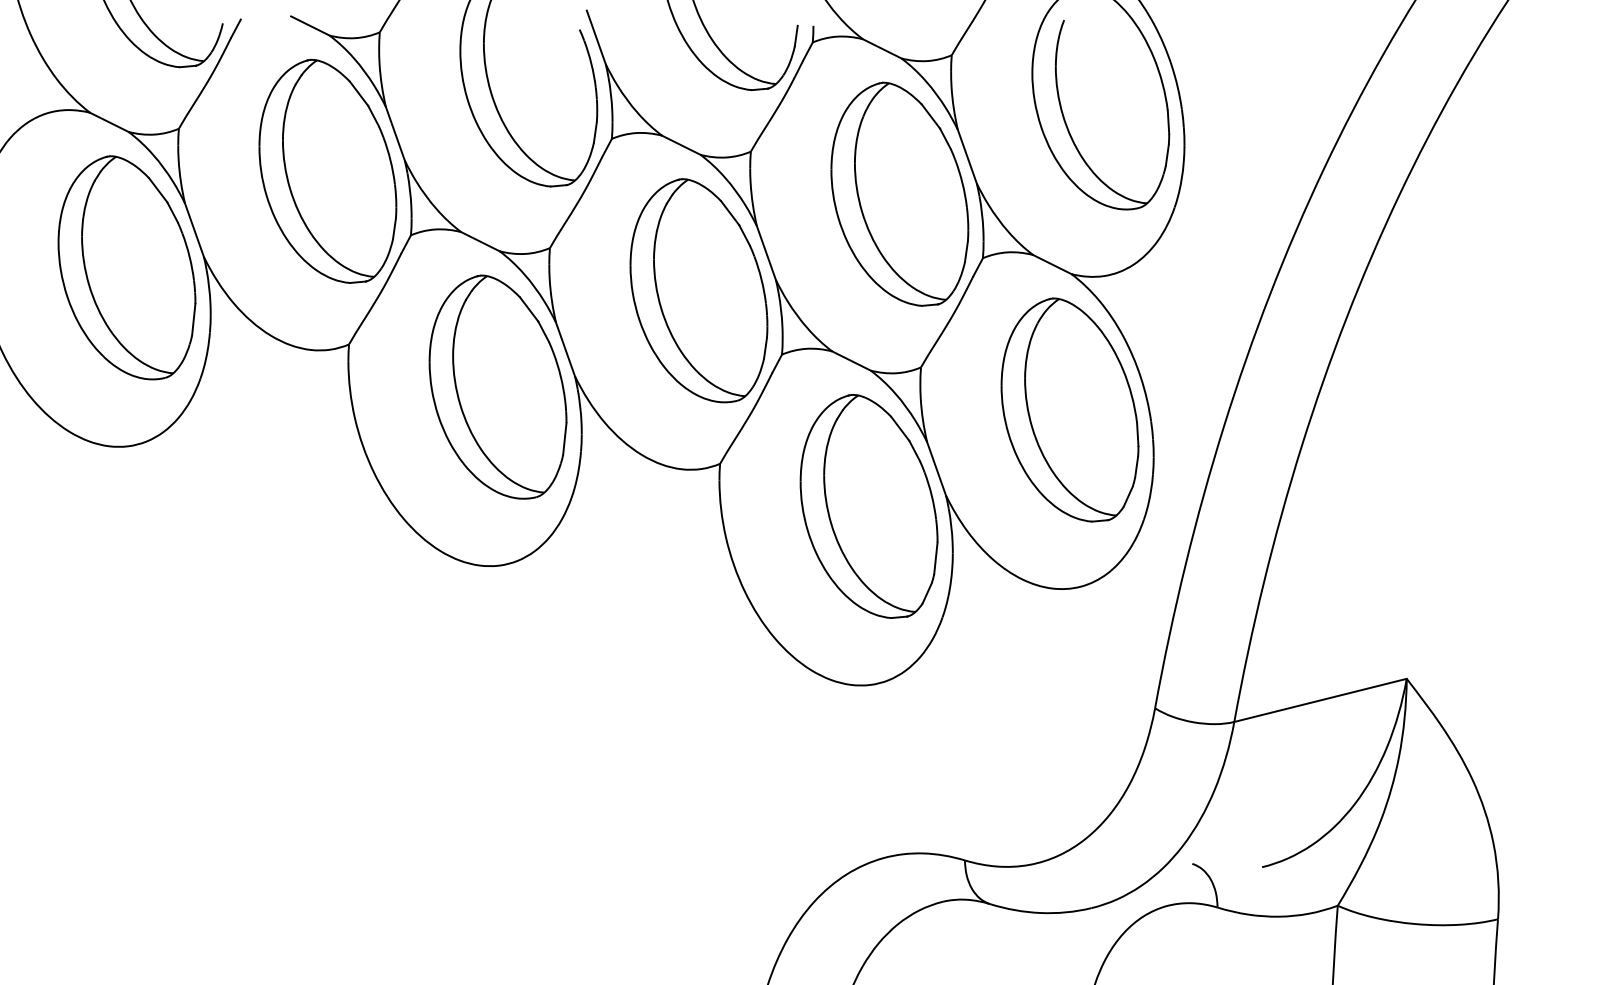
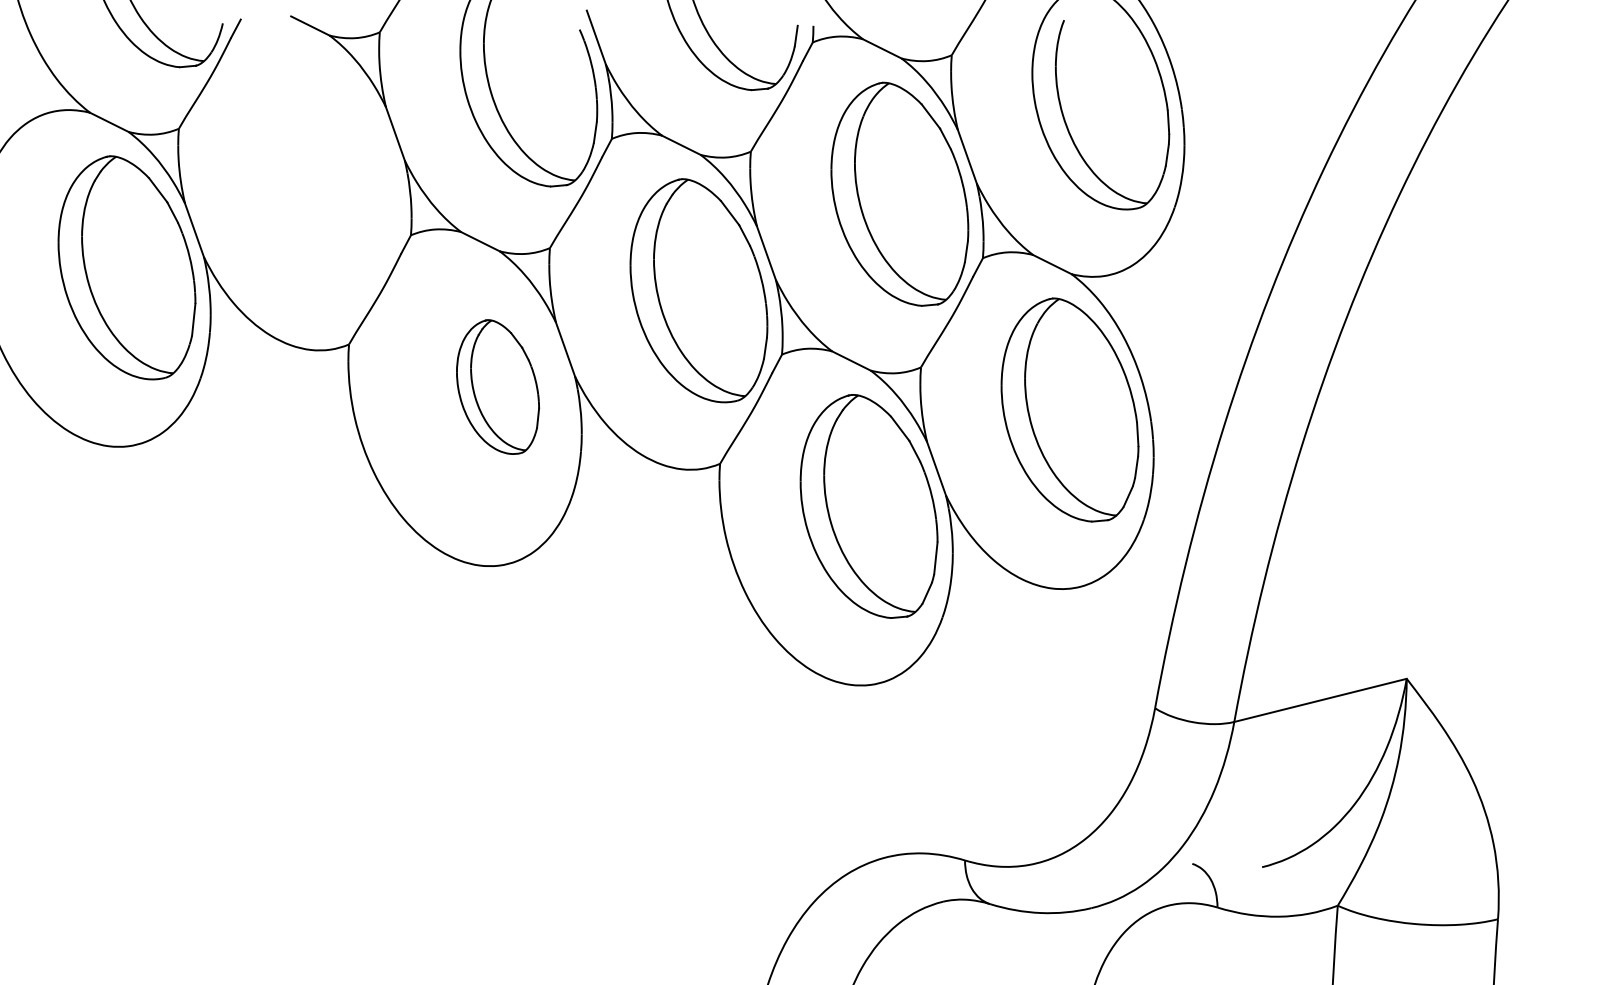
part at (327, 170): present -> none
part at (497, 386) size: 140x226 px -> 85x136 px
